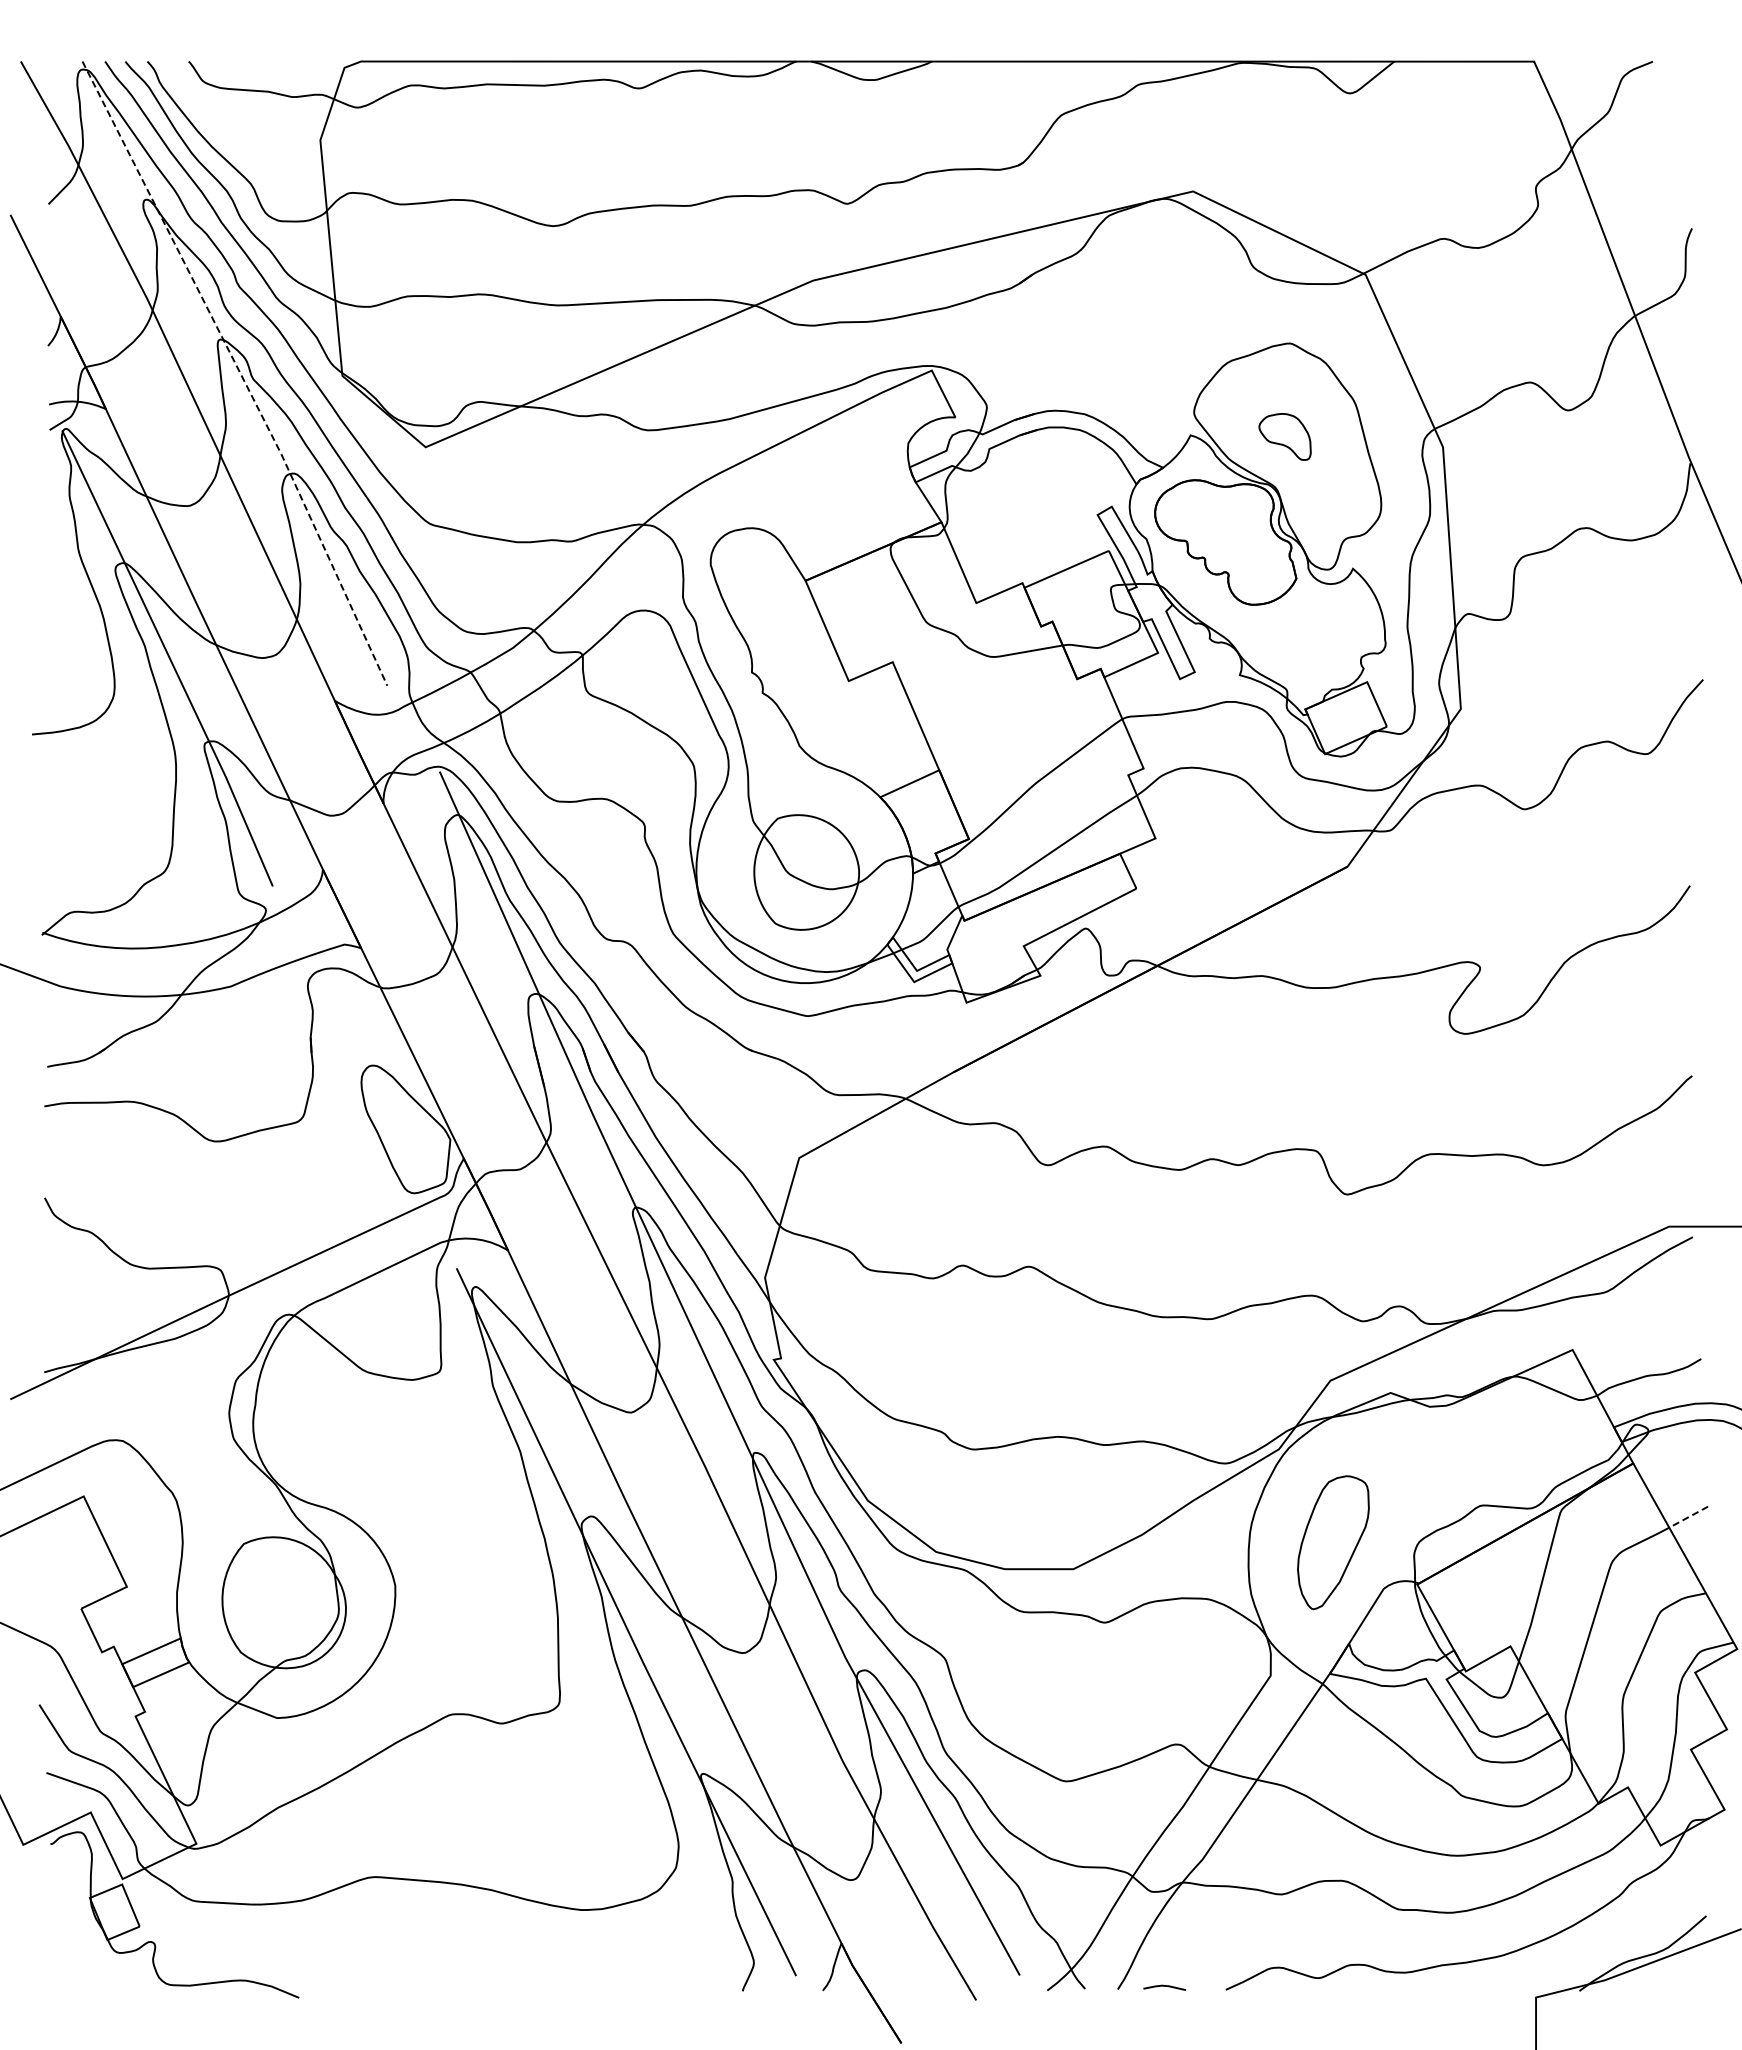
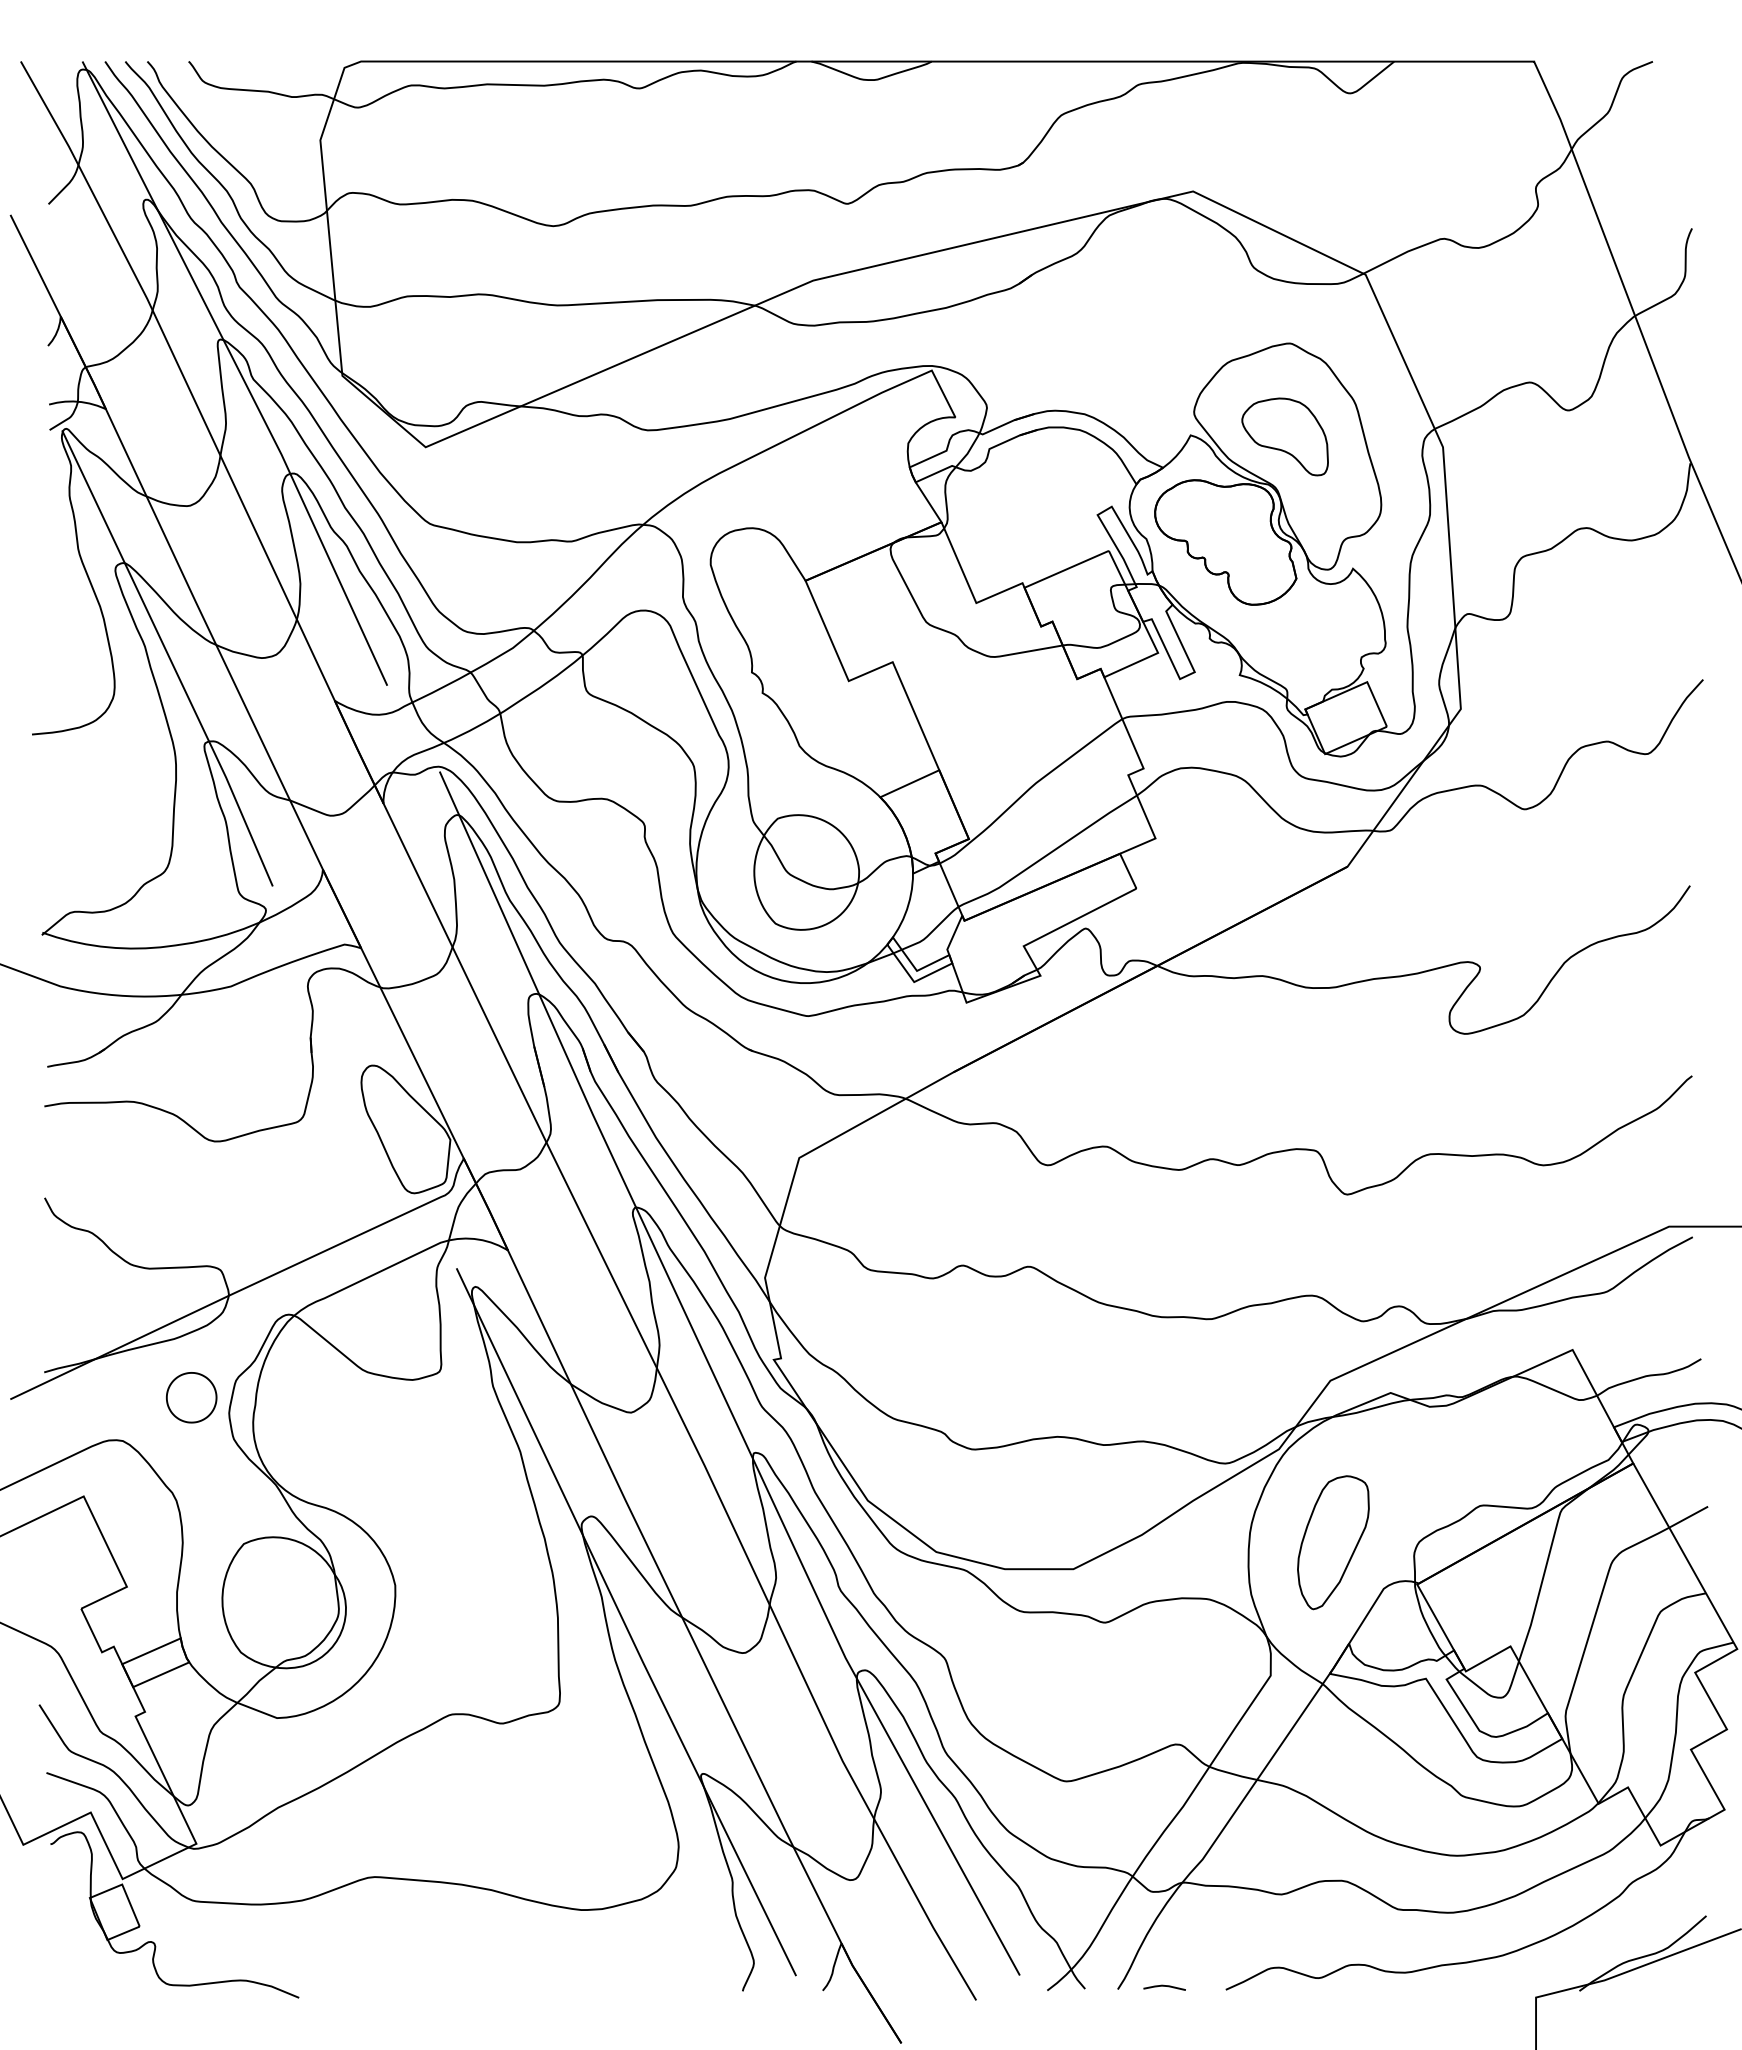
line at (240, 372): dashed -> solid
part at (1284, 436) size: 54x48 px -> 88x80 px
part at (191, 1397): none -> present
line at (1688, 1517): dashed -> solid
